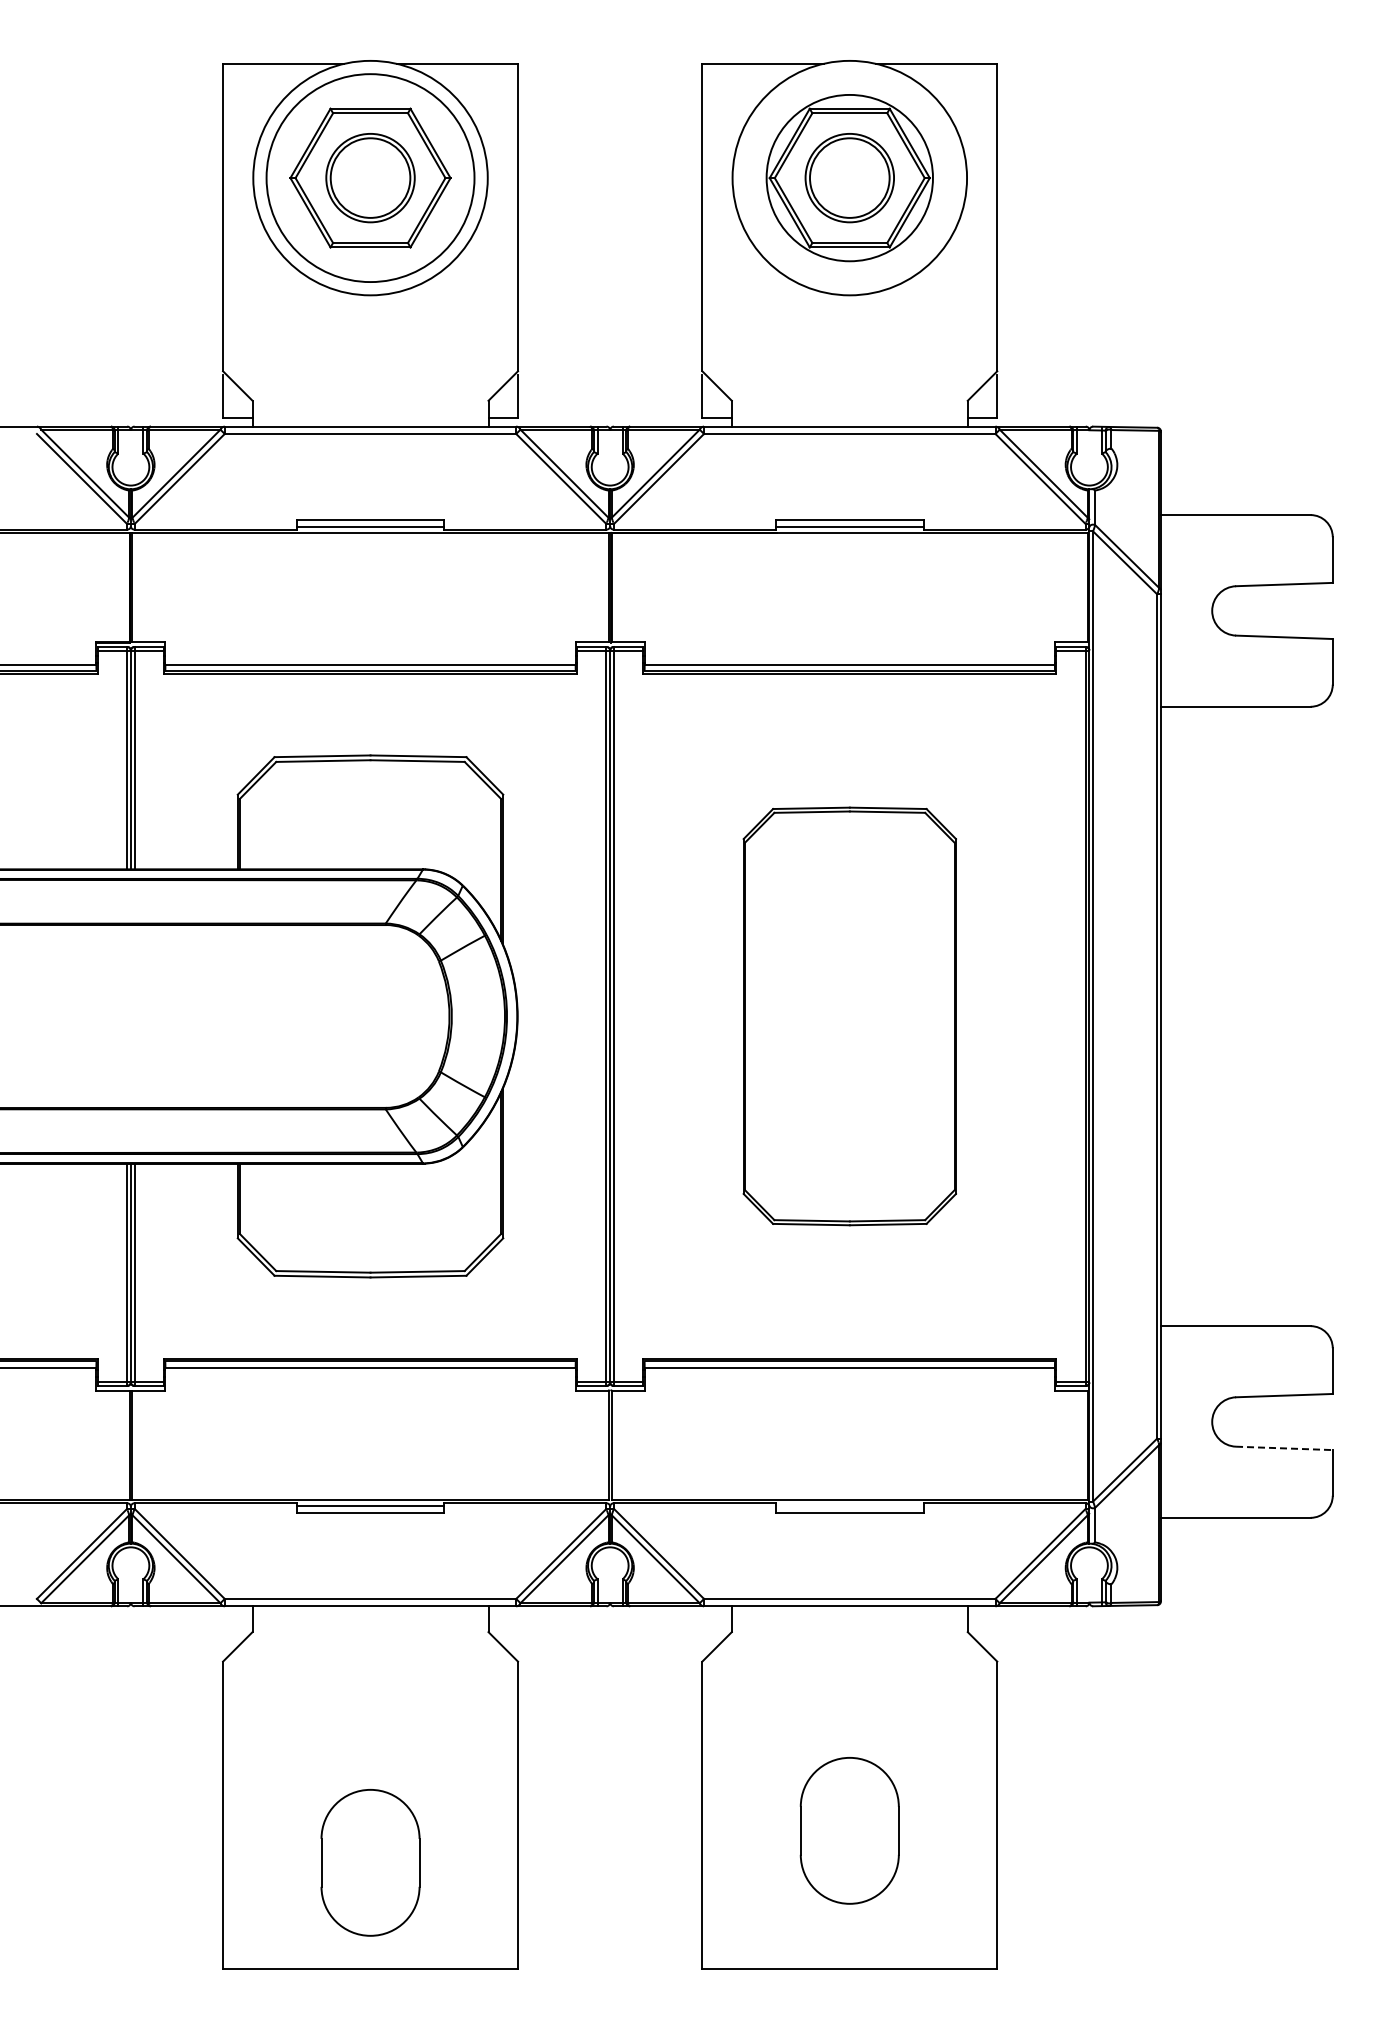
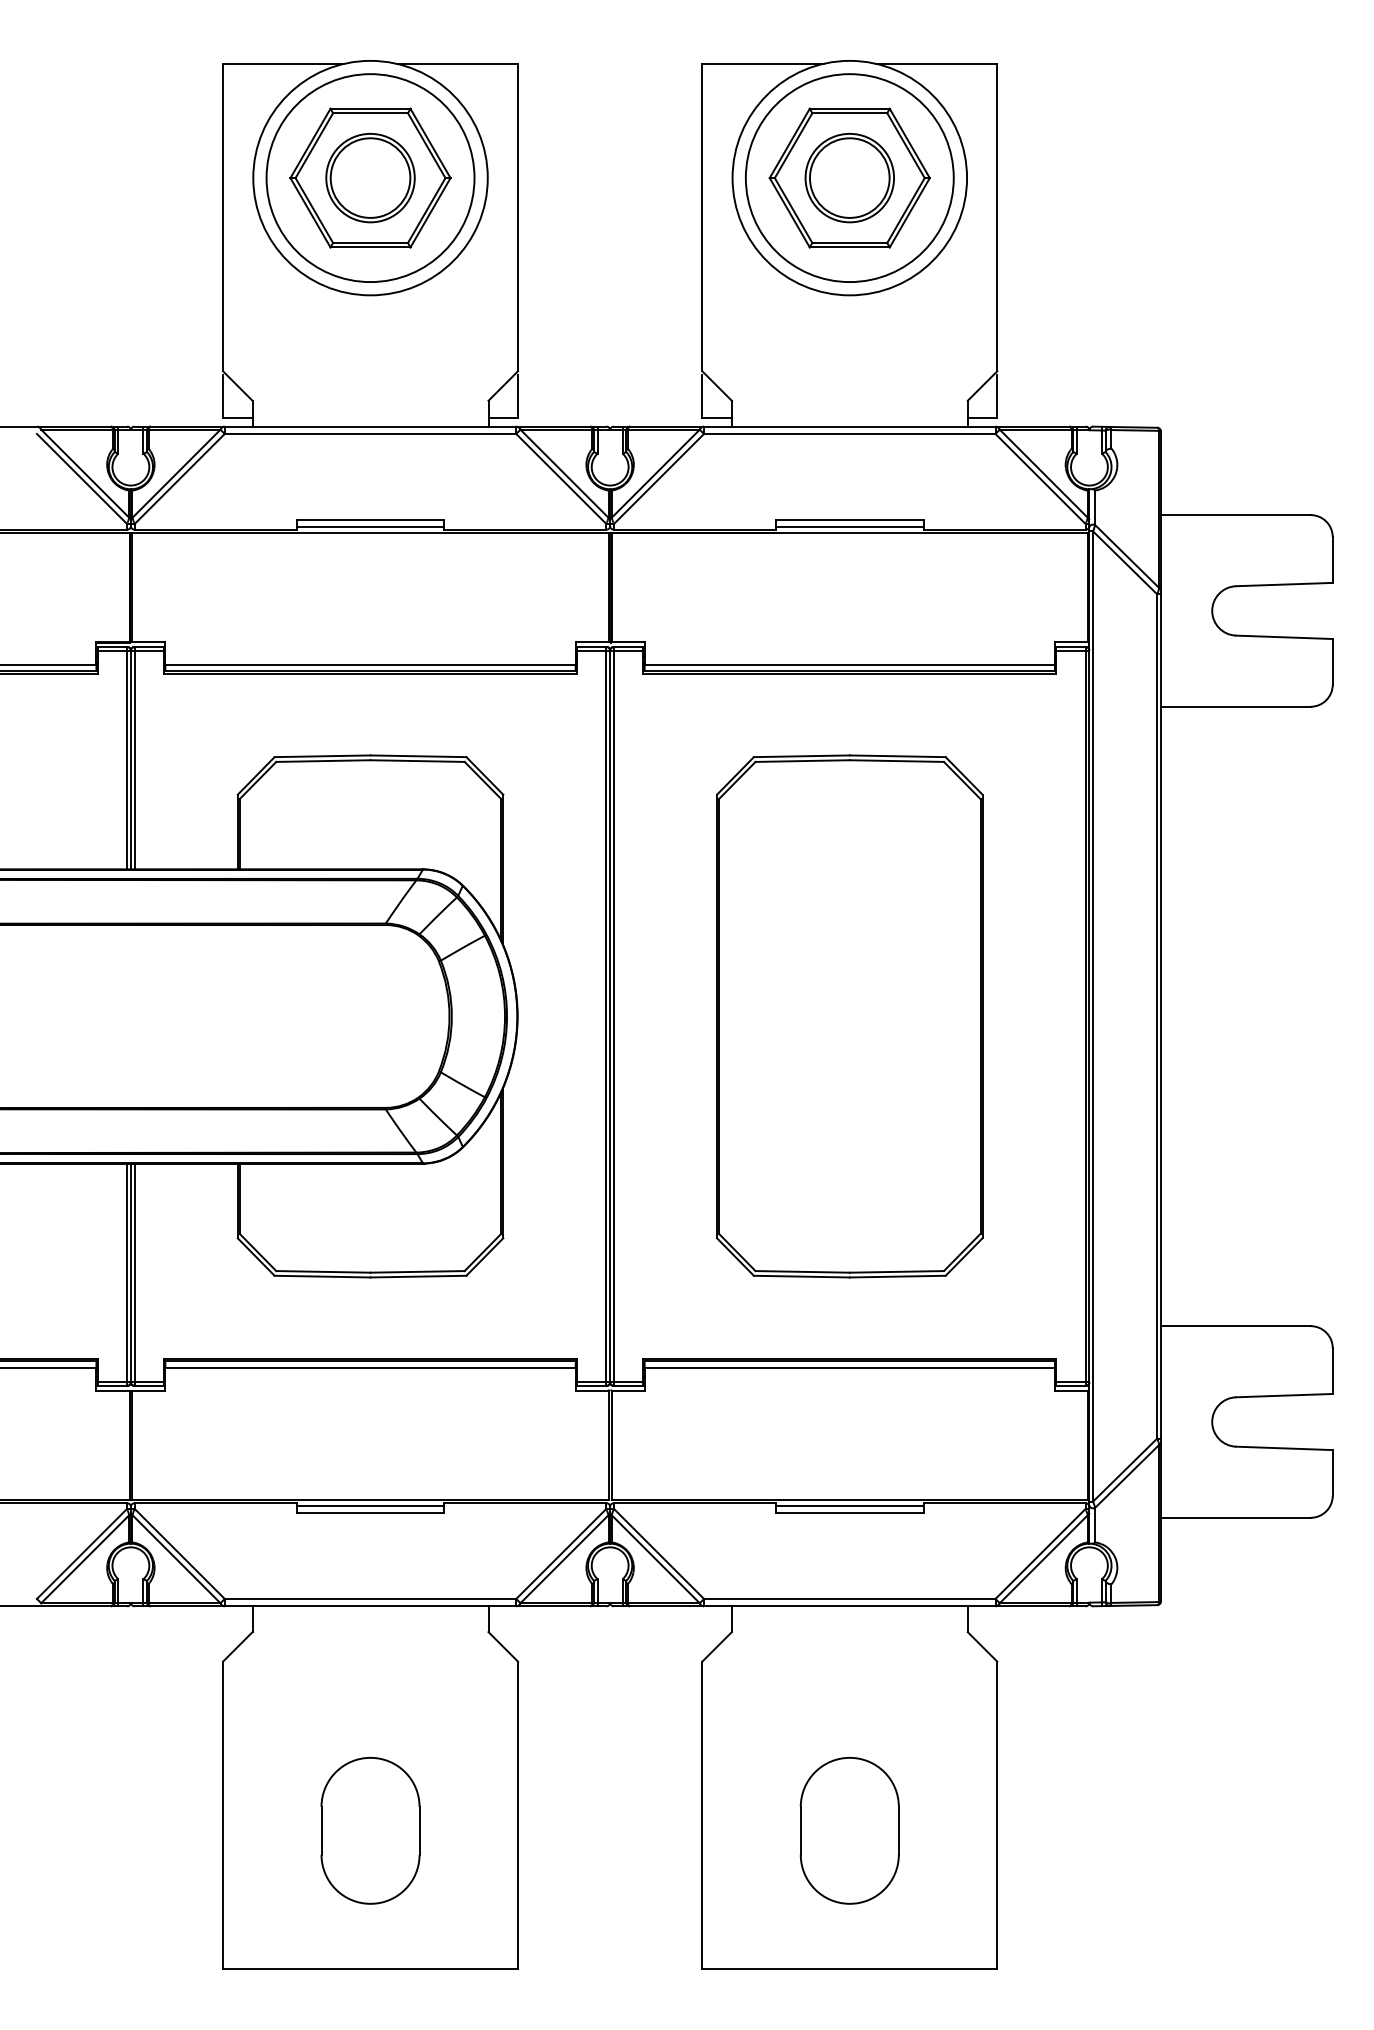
circle at (849, 177) diameter: 166 px -> 208 px
part at (849, 1016) size: 215x421 px -> 268x525 px
line at (1284, 1448): dashed -> solid
line at (849, 1506): none -> present
part at (370, 1862) position: (370, 1862) -> (370, 1830)
